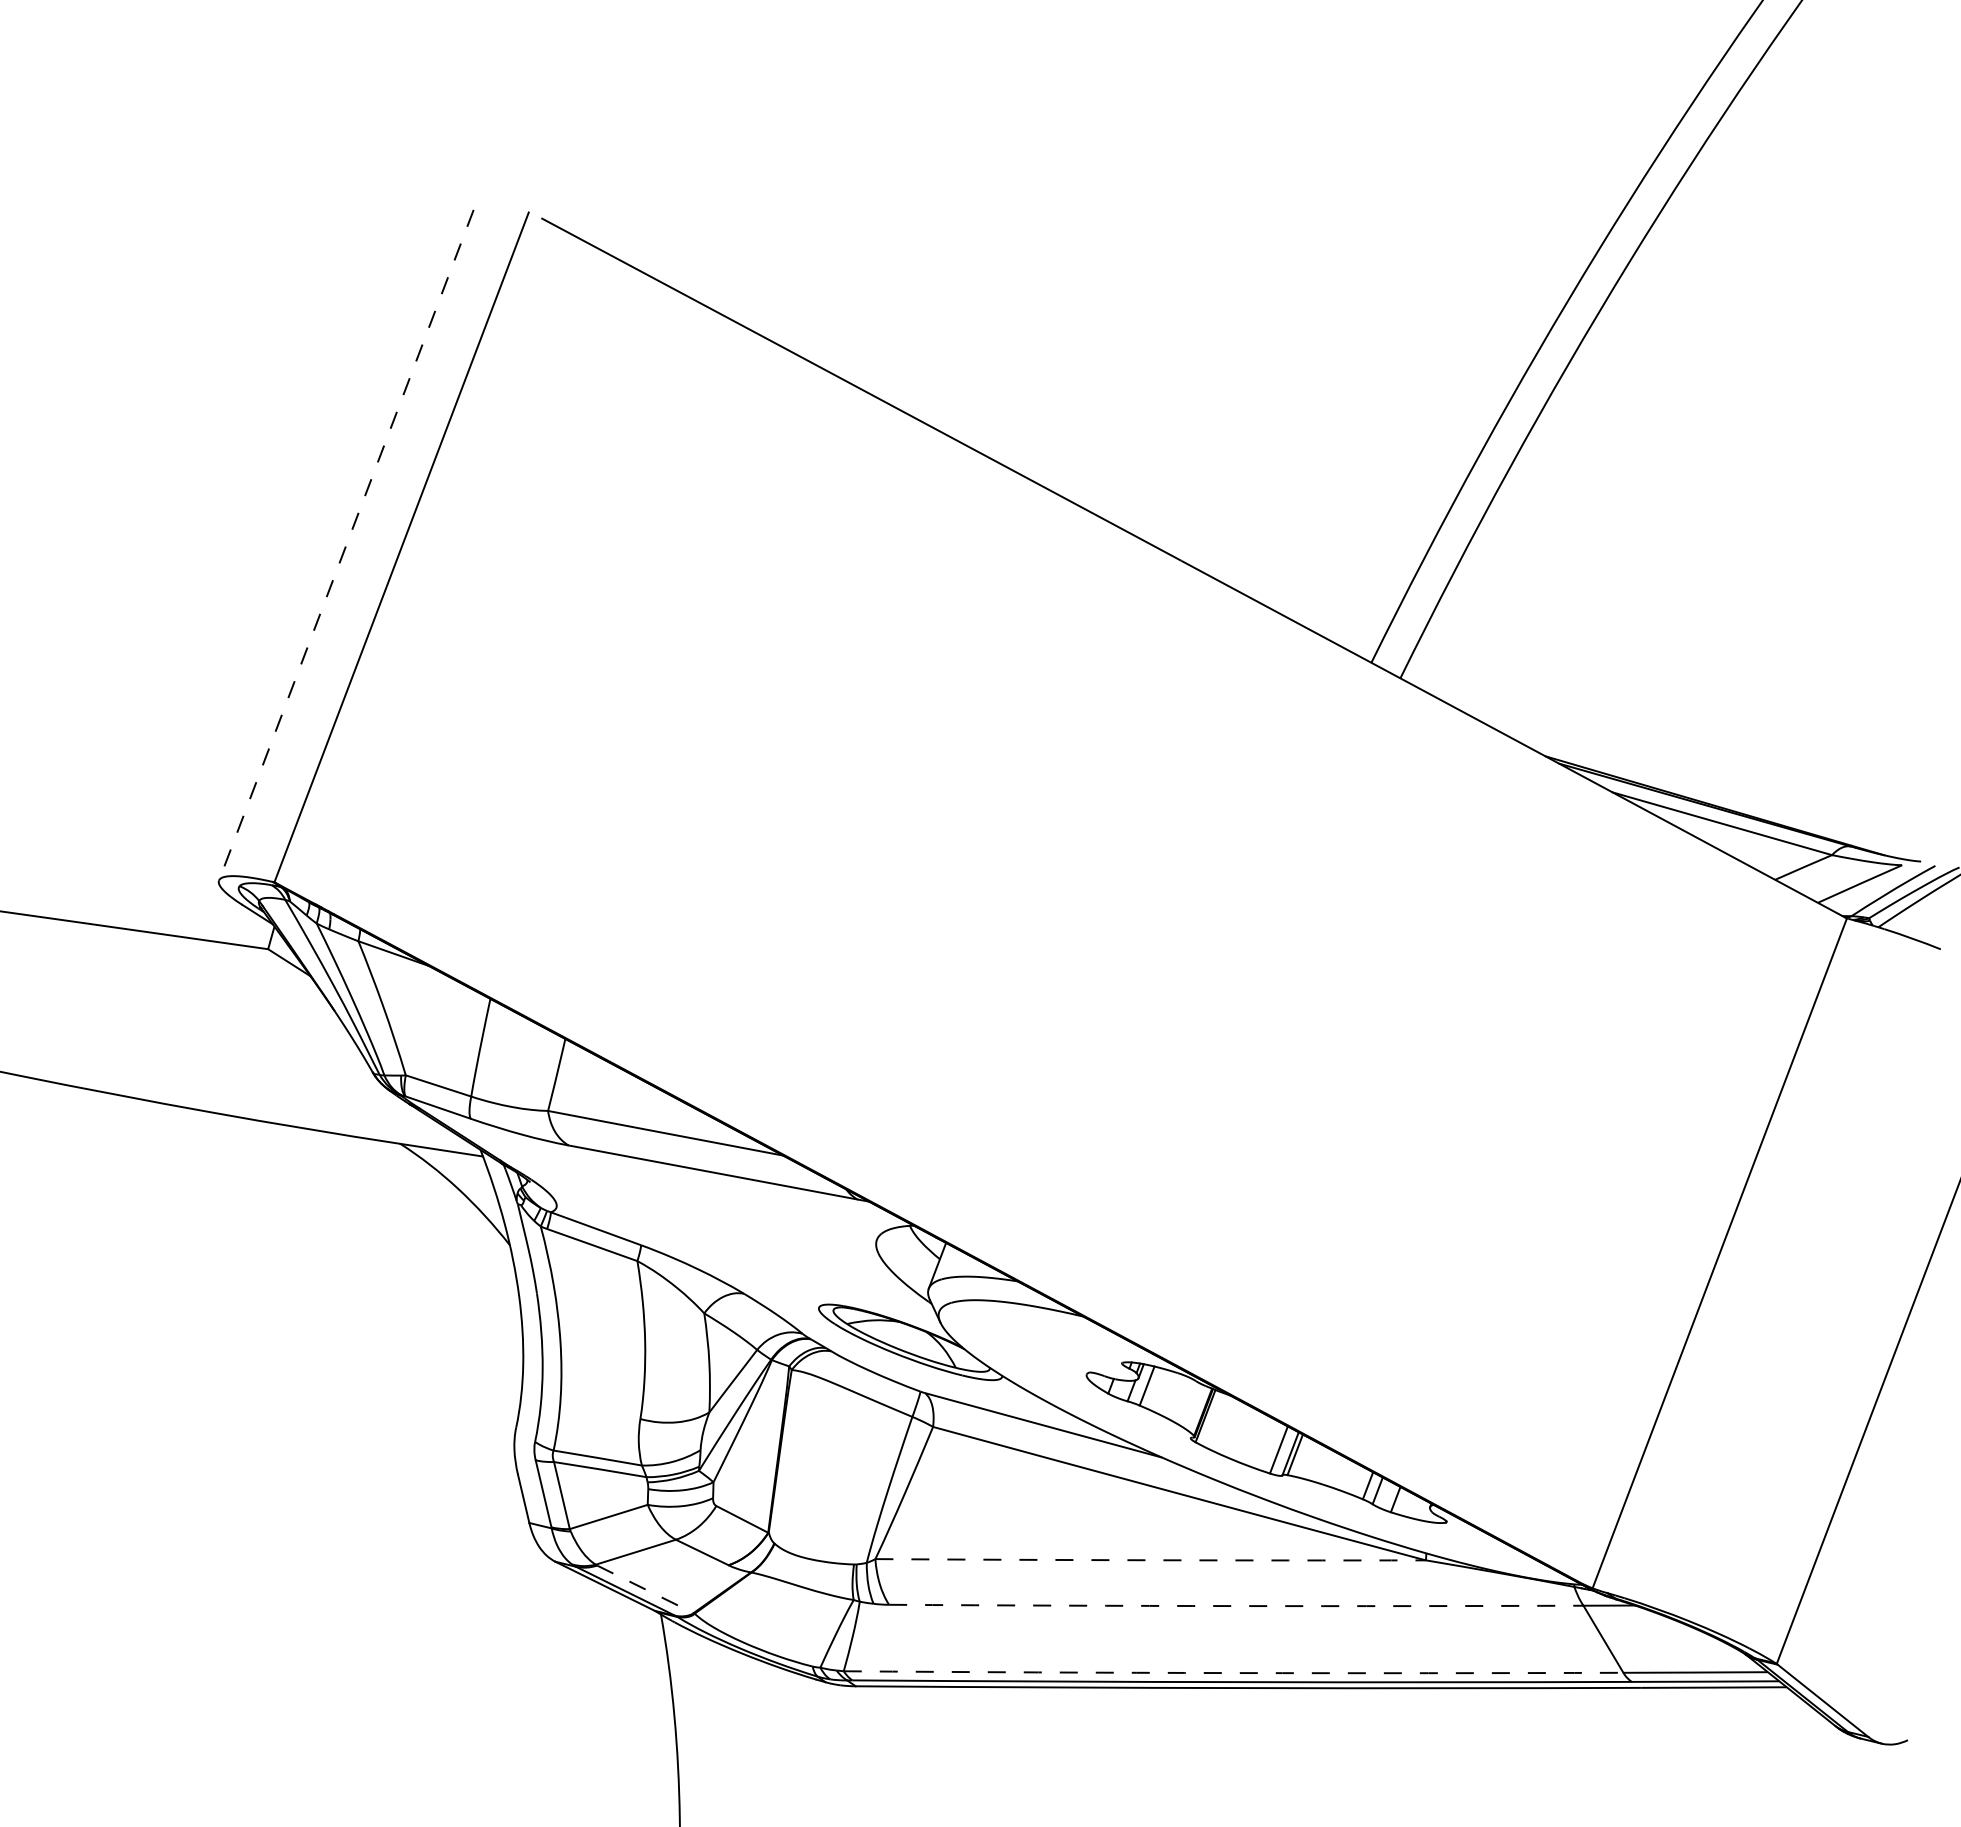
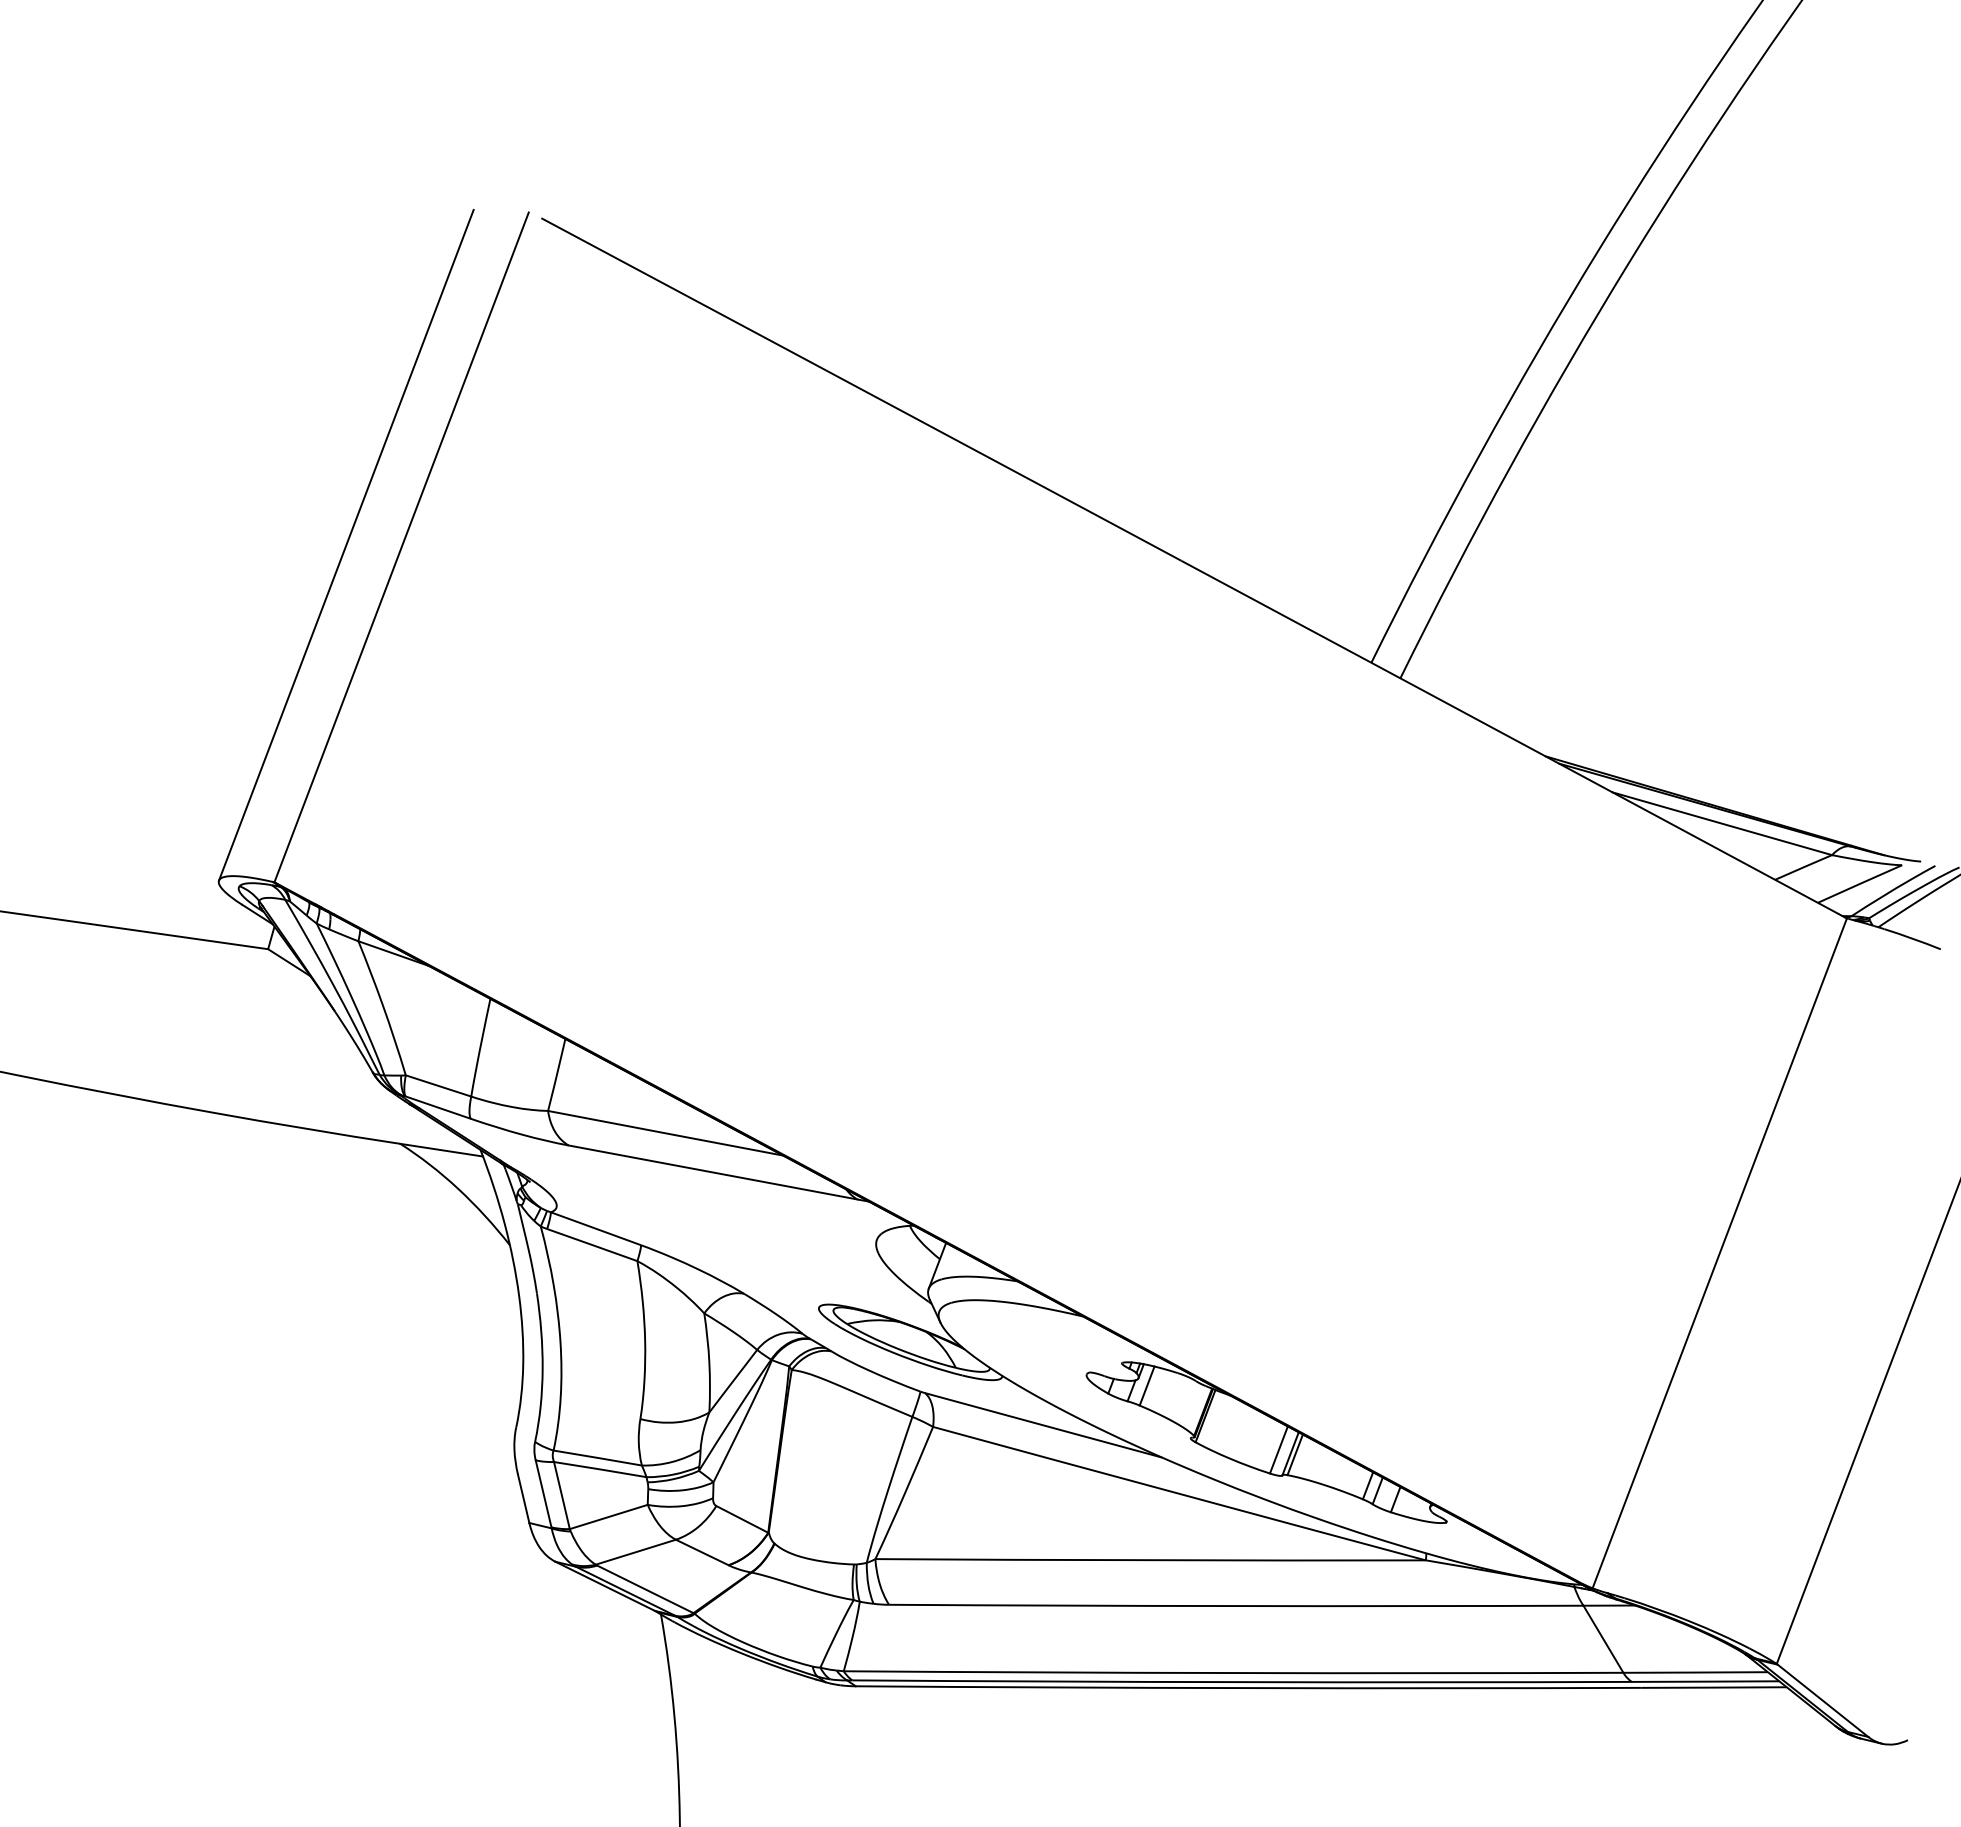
line at (346, 545): dashed -> solid
arc at (1150, 1560): dashed -> solid
line at (645, 1589): dashed -> solid
arc at (1236, 1606): dashed -> solid
arc at (1233, 1673): dashed -> solid
